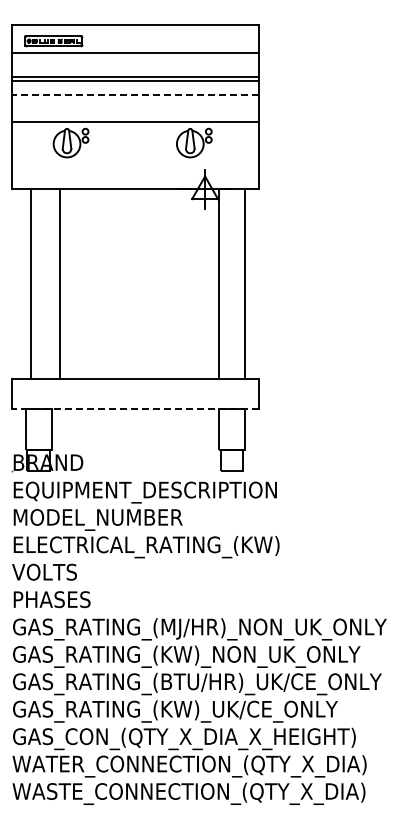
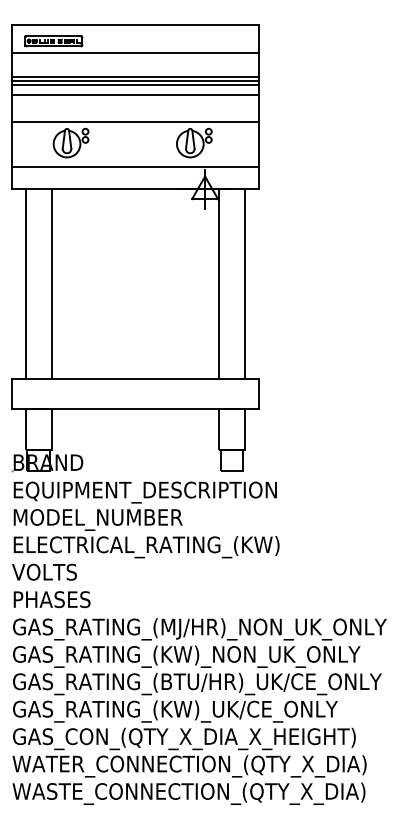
line at (134, 84): none -> present
line at (134, 94): dashed -> solid
line at (134, 166): none -> present
line at (30, 284) position: (30, 284) -> (25, 284)
line at (59, 284) position: (59, 284) -> (51, 284)
line at (134, 409): dashed -> solid
